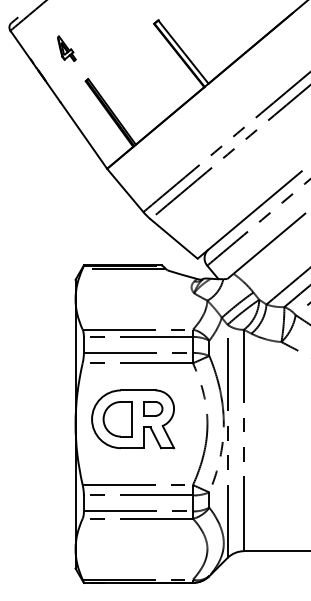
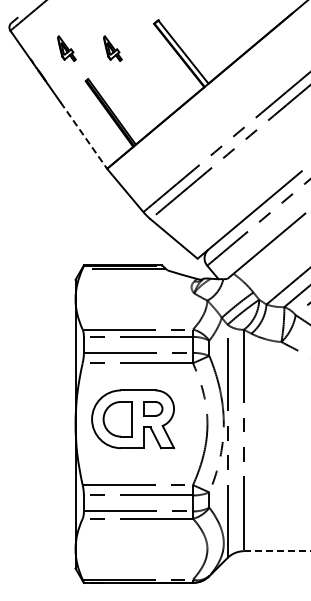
part at (112, 48): none -> present
line at (83, 135): solid -> dashed
line at (277, 551): solid -> dashed
